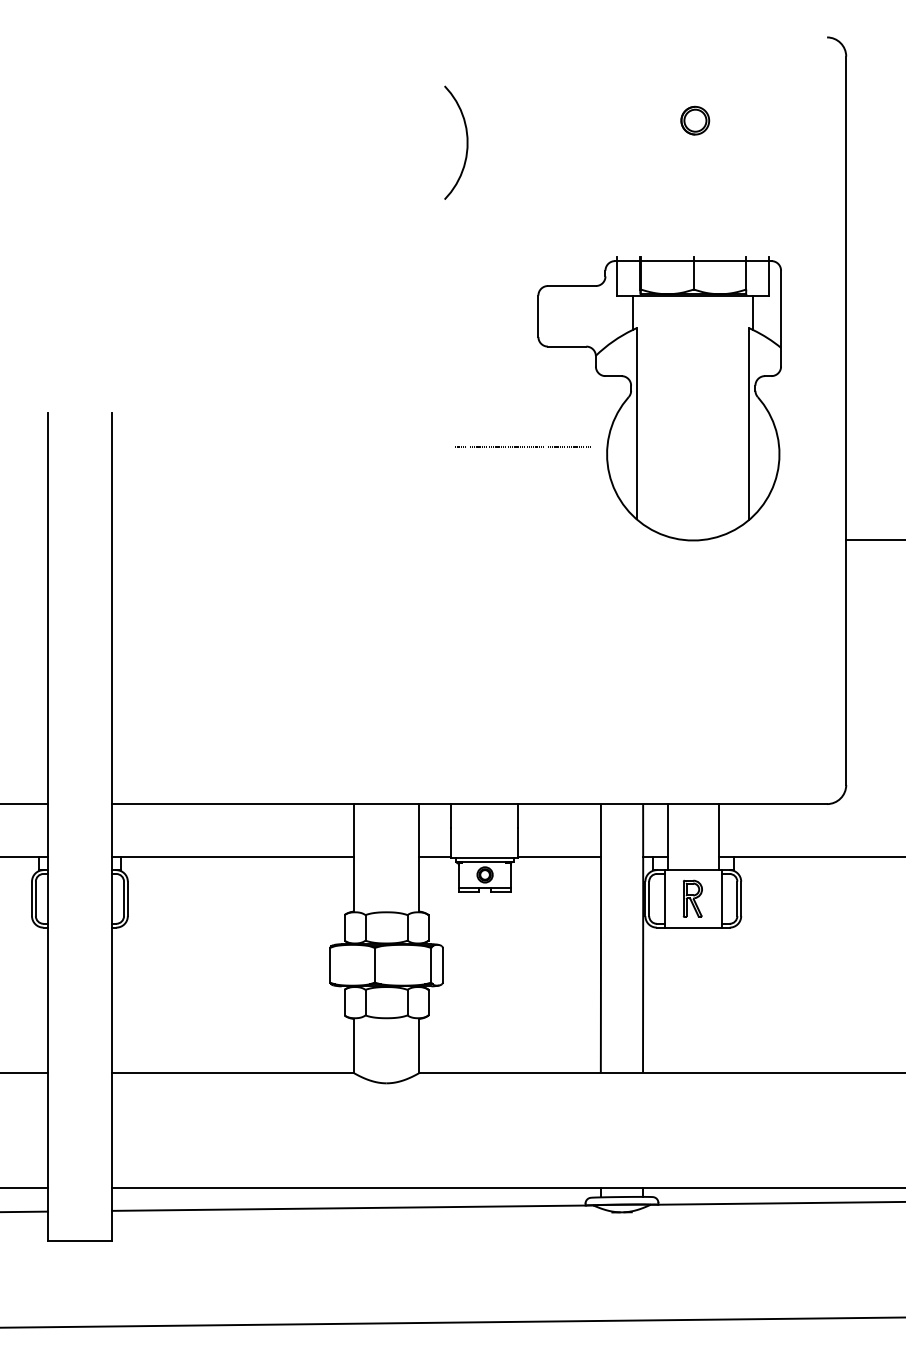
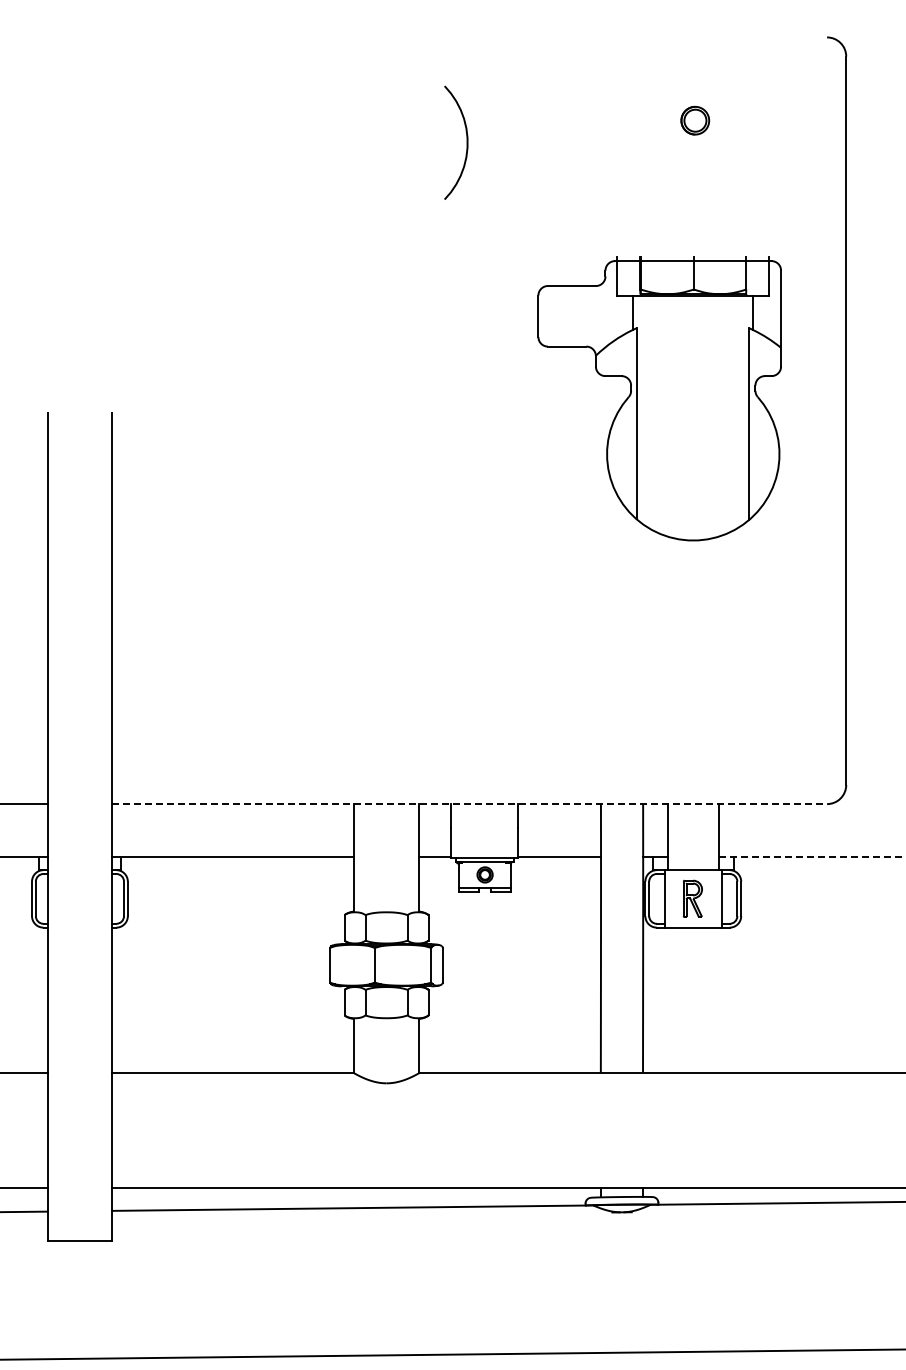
line at (522, 446): present -> none
line at (874, 540): present -> none
line at (470, 804): solid -> dashed
line at (812, 856): solid -> dashed
line at (452, 1322) position: (452, 1322) -> (452, 1354)
